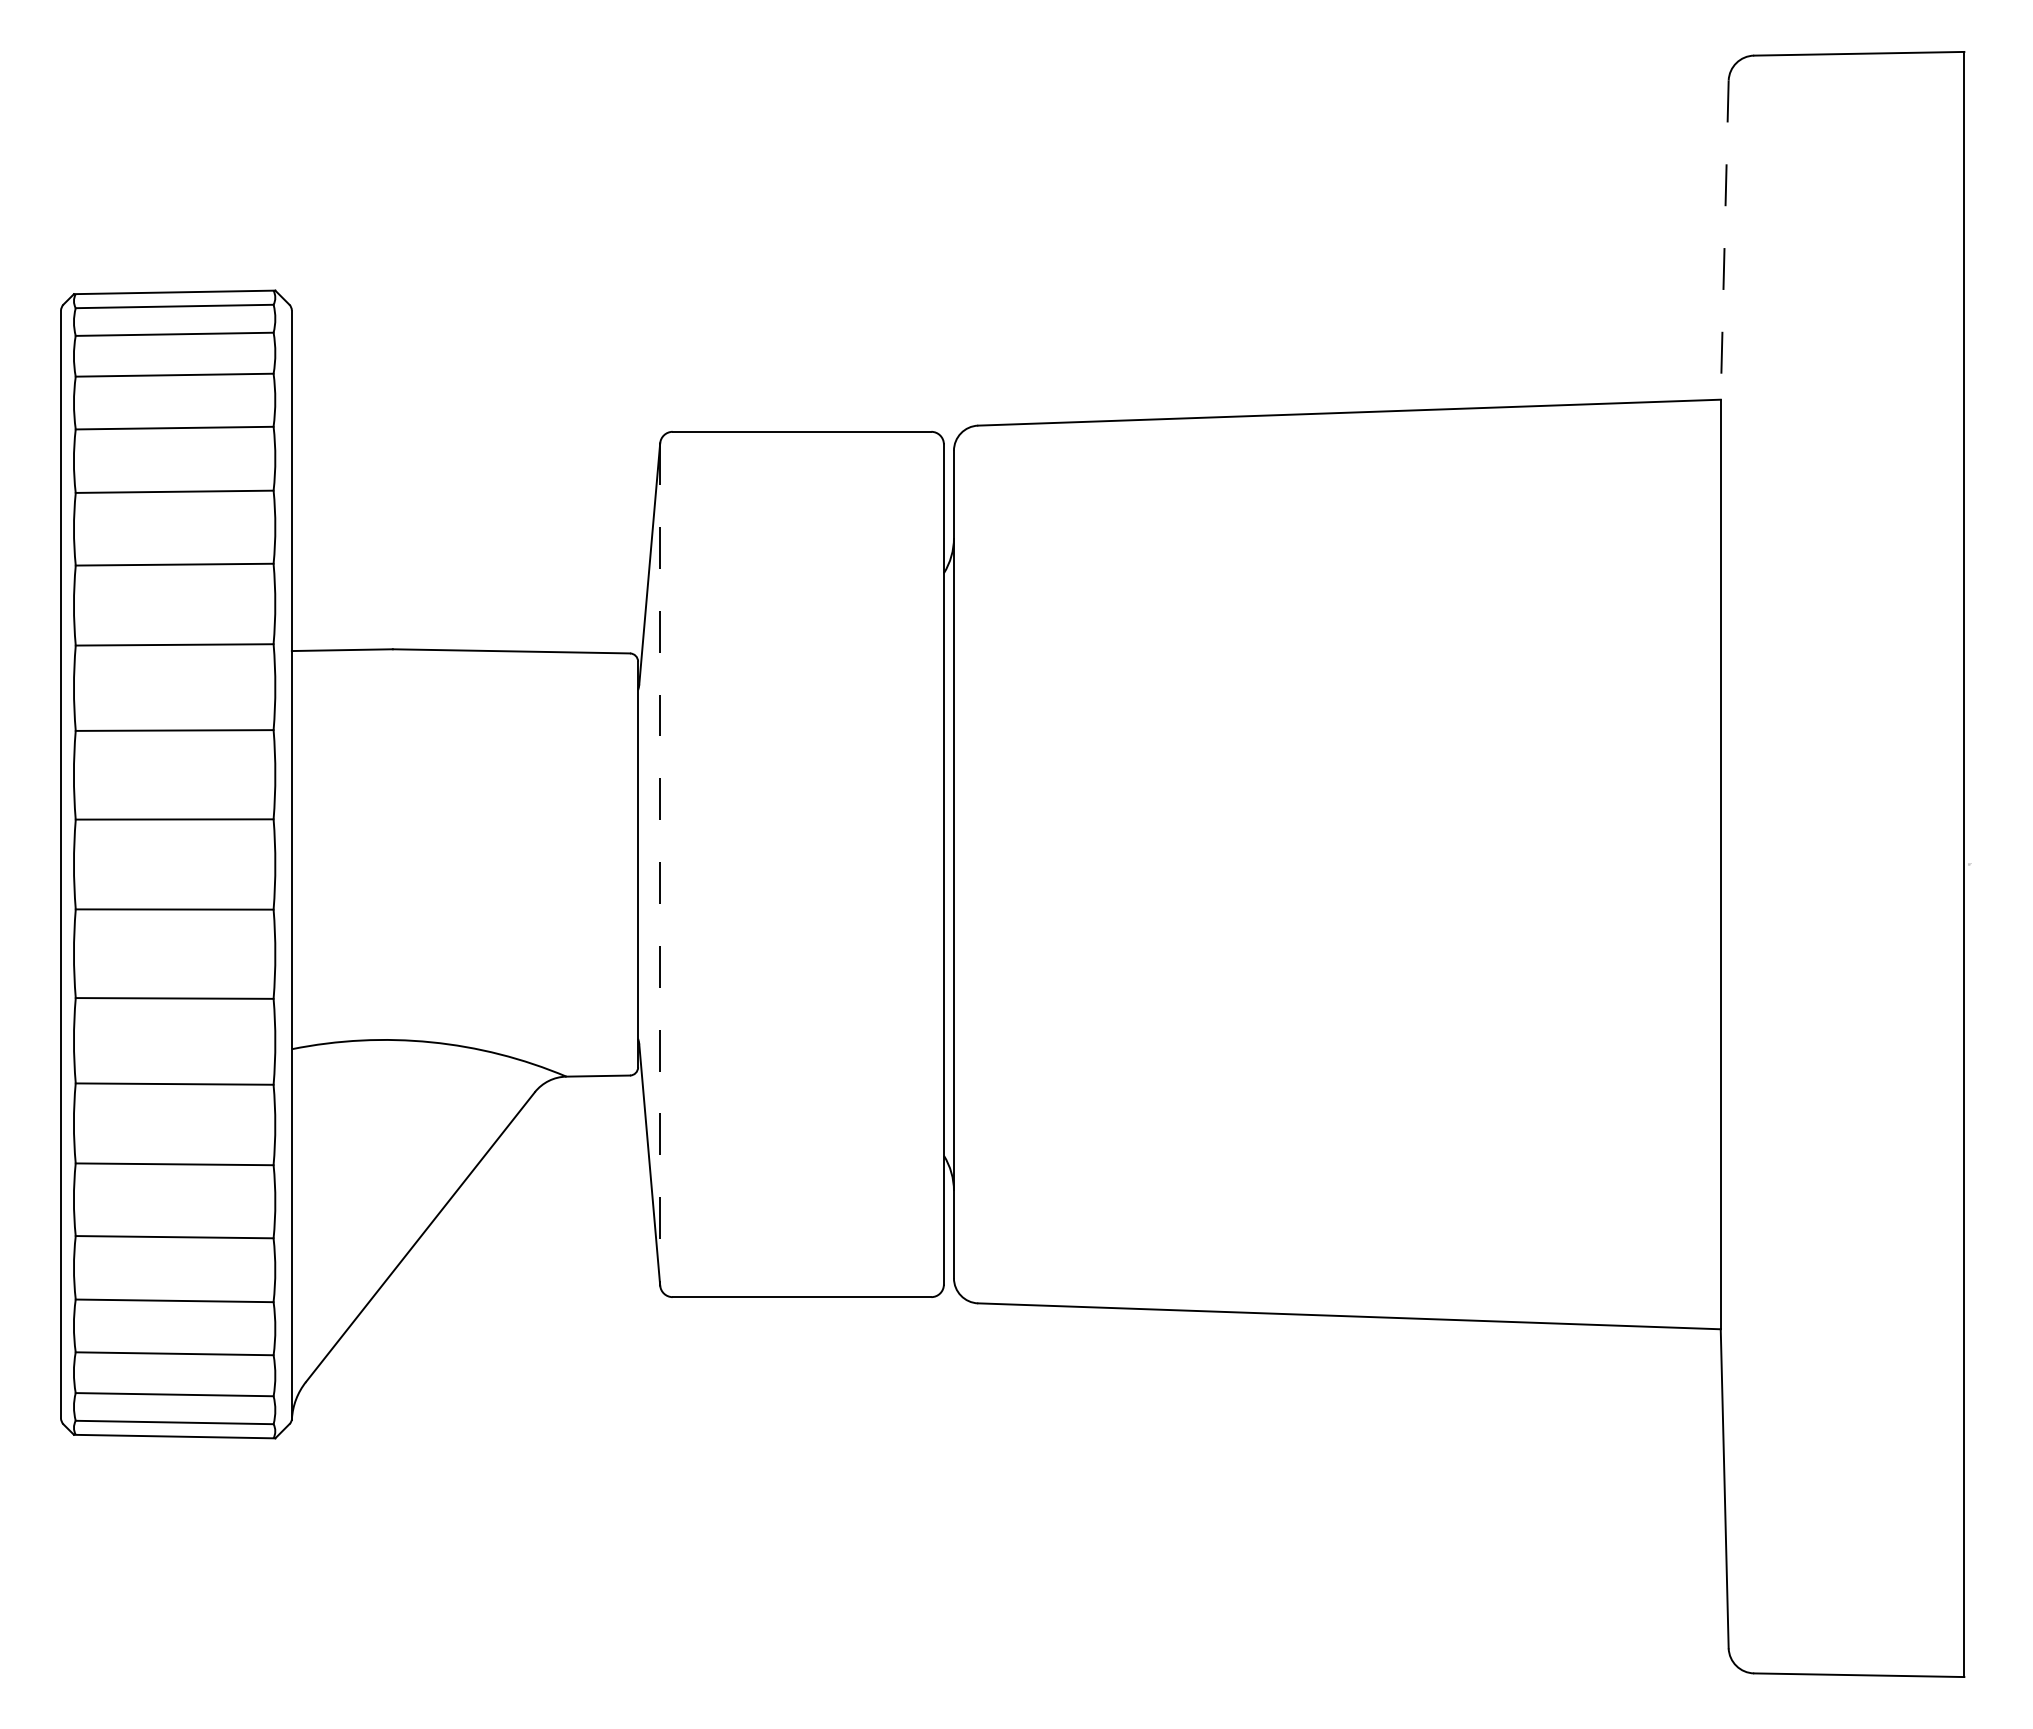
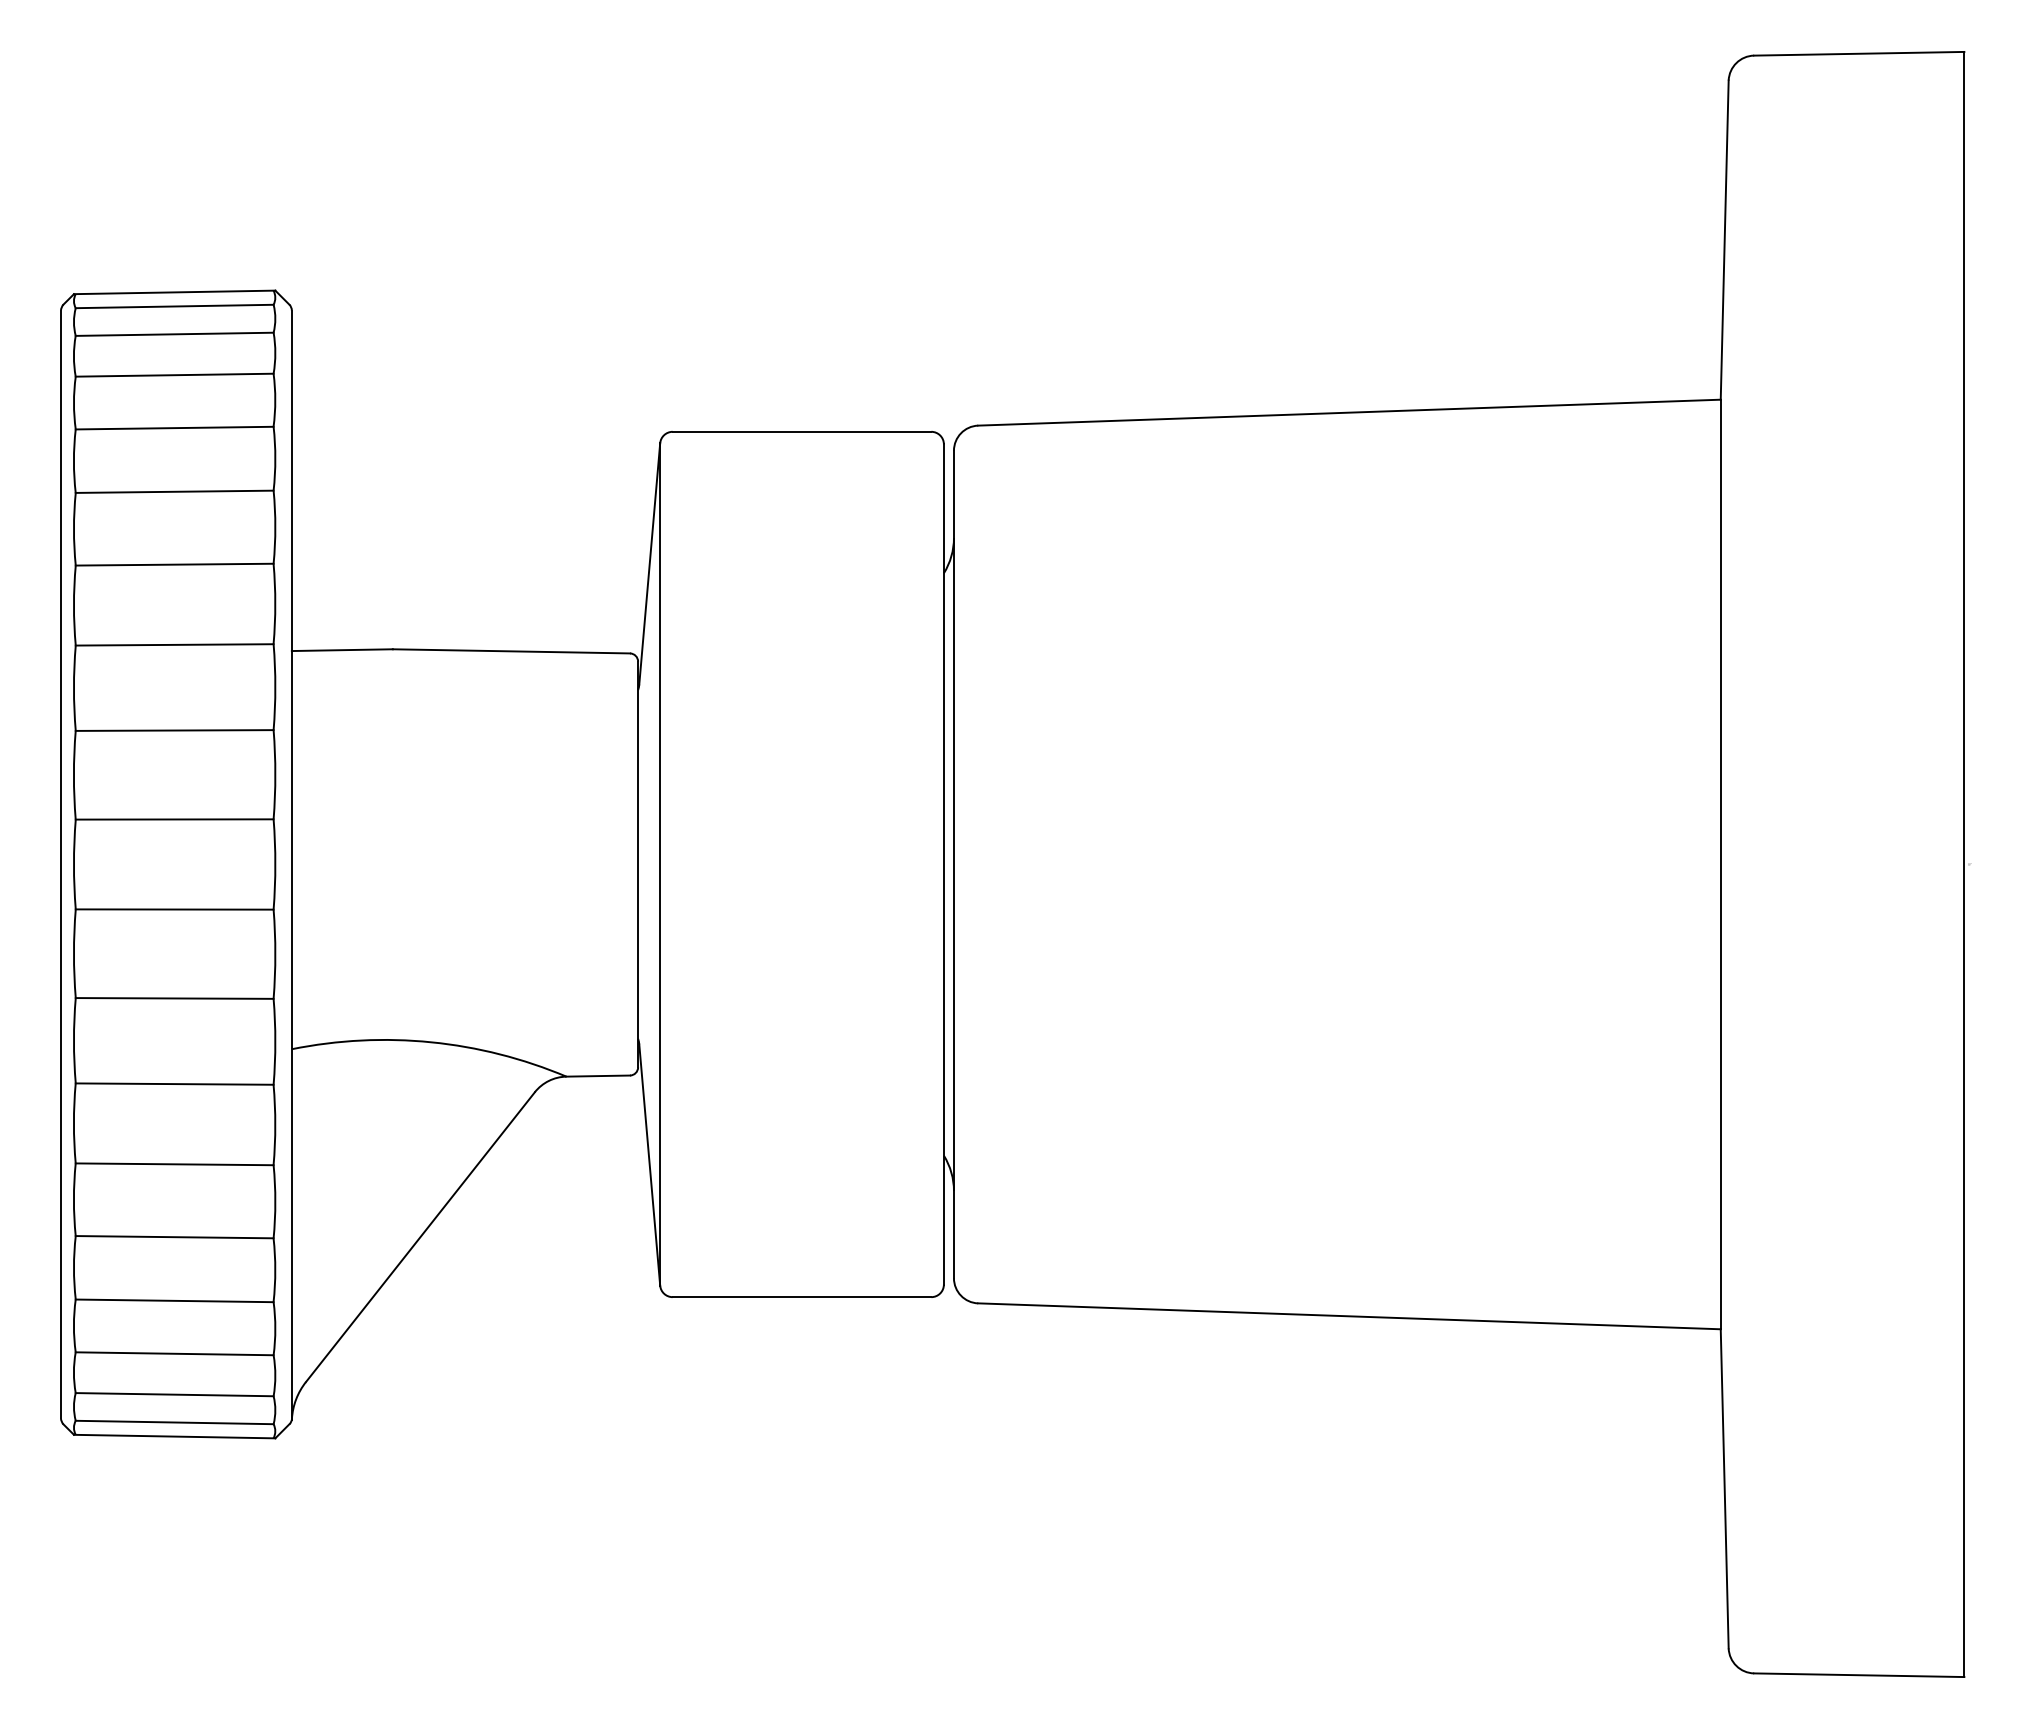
line at (1724, 240): dashed -> solid
line at (660, 864): dashed -> solid
